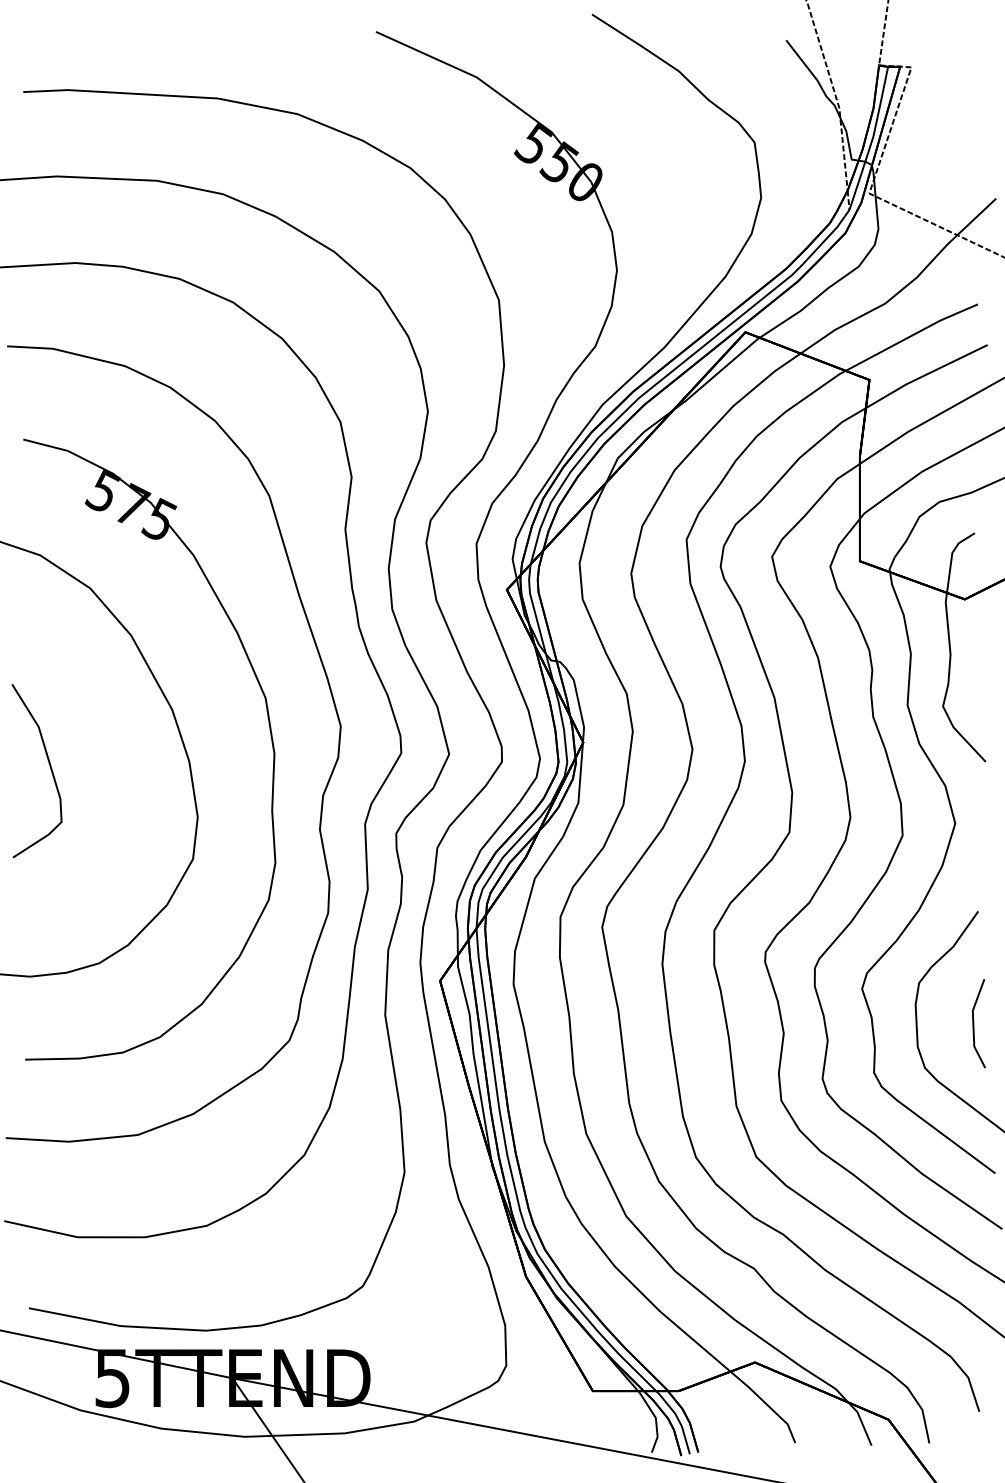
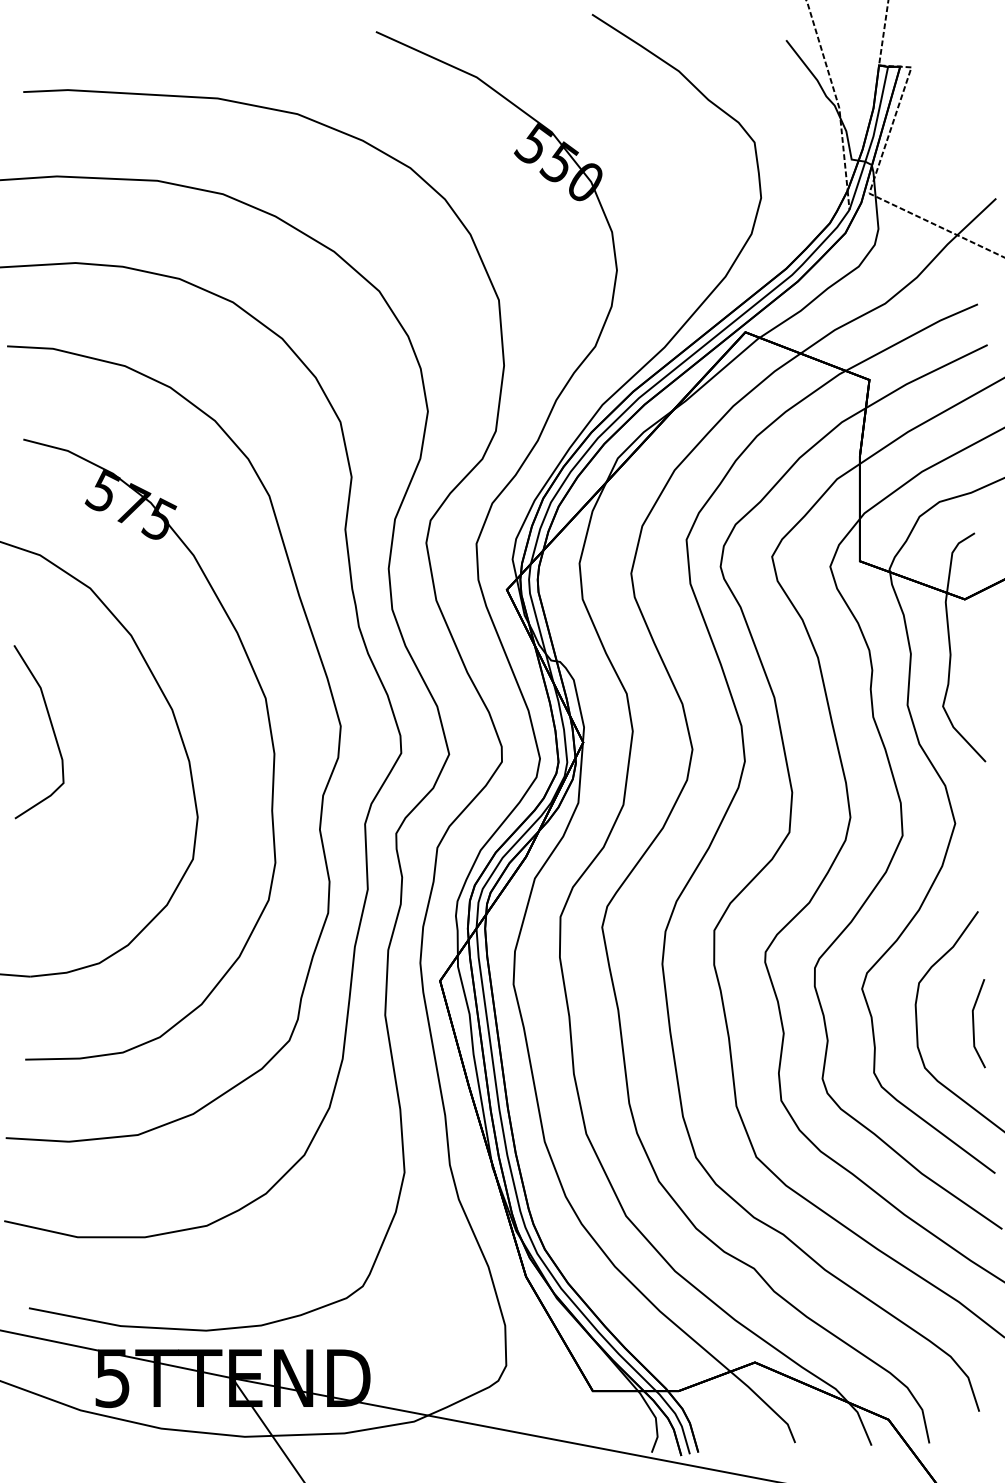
curve at (49, 766) position: (49, 766) -> (51, 727)
